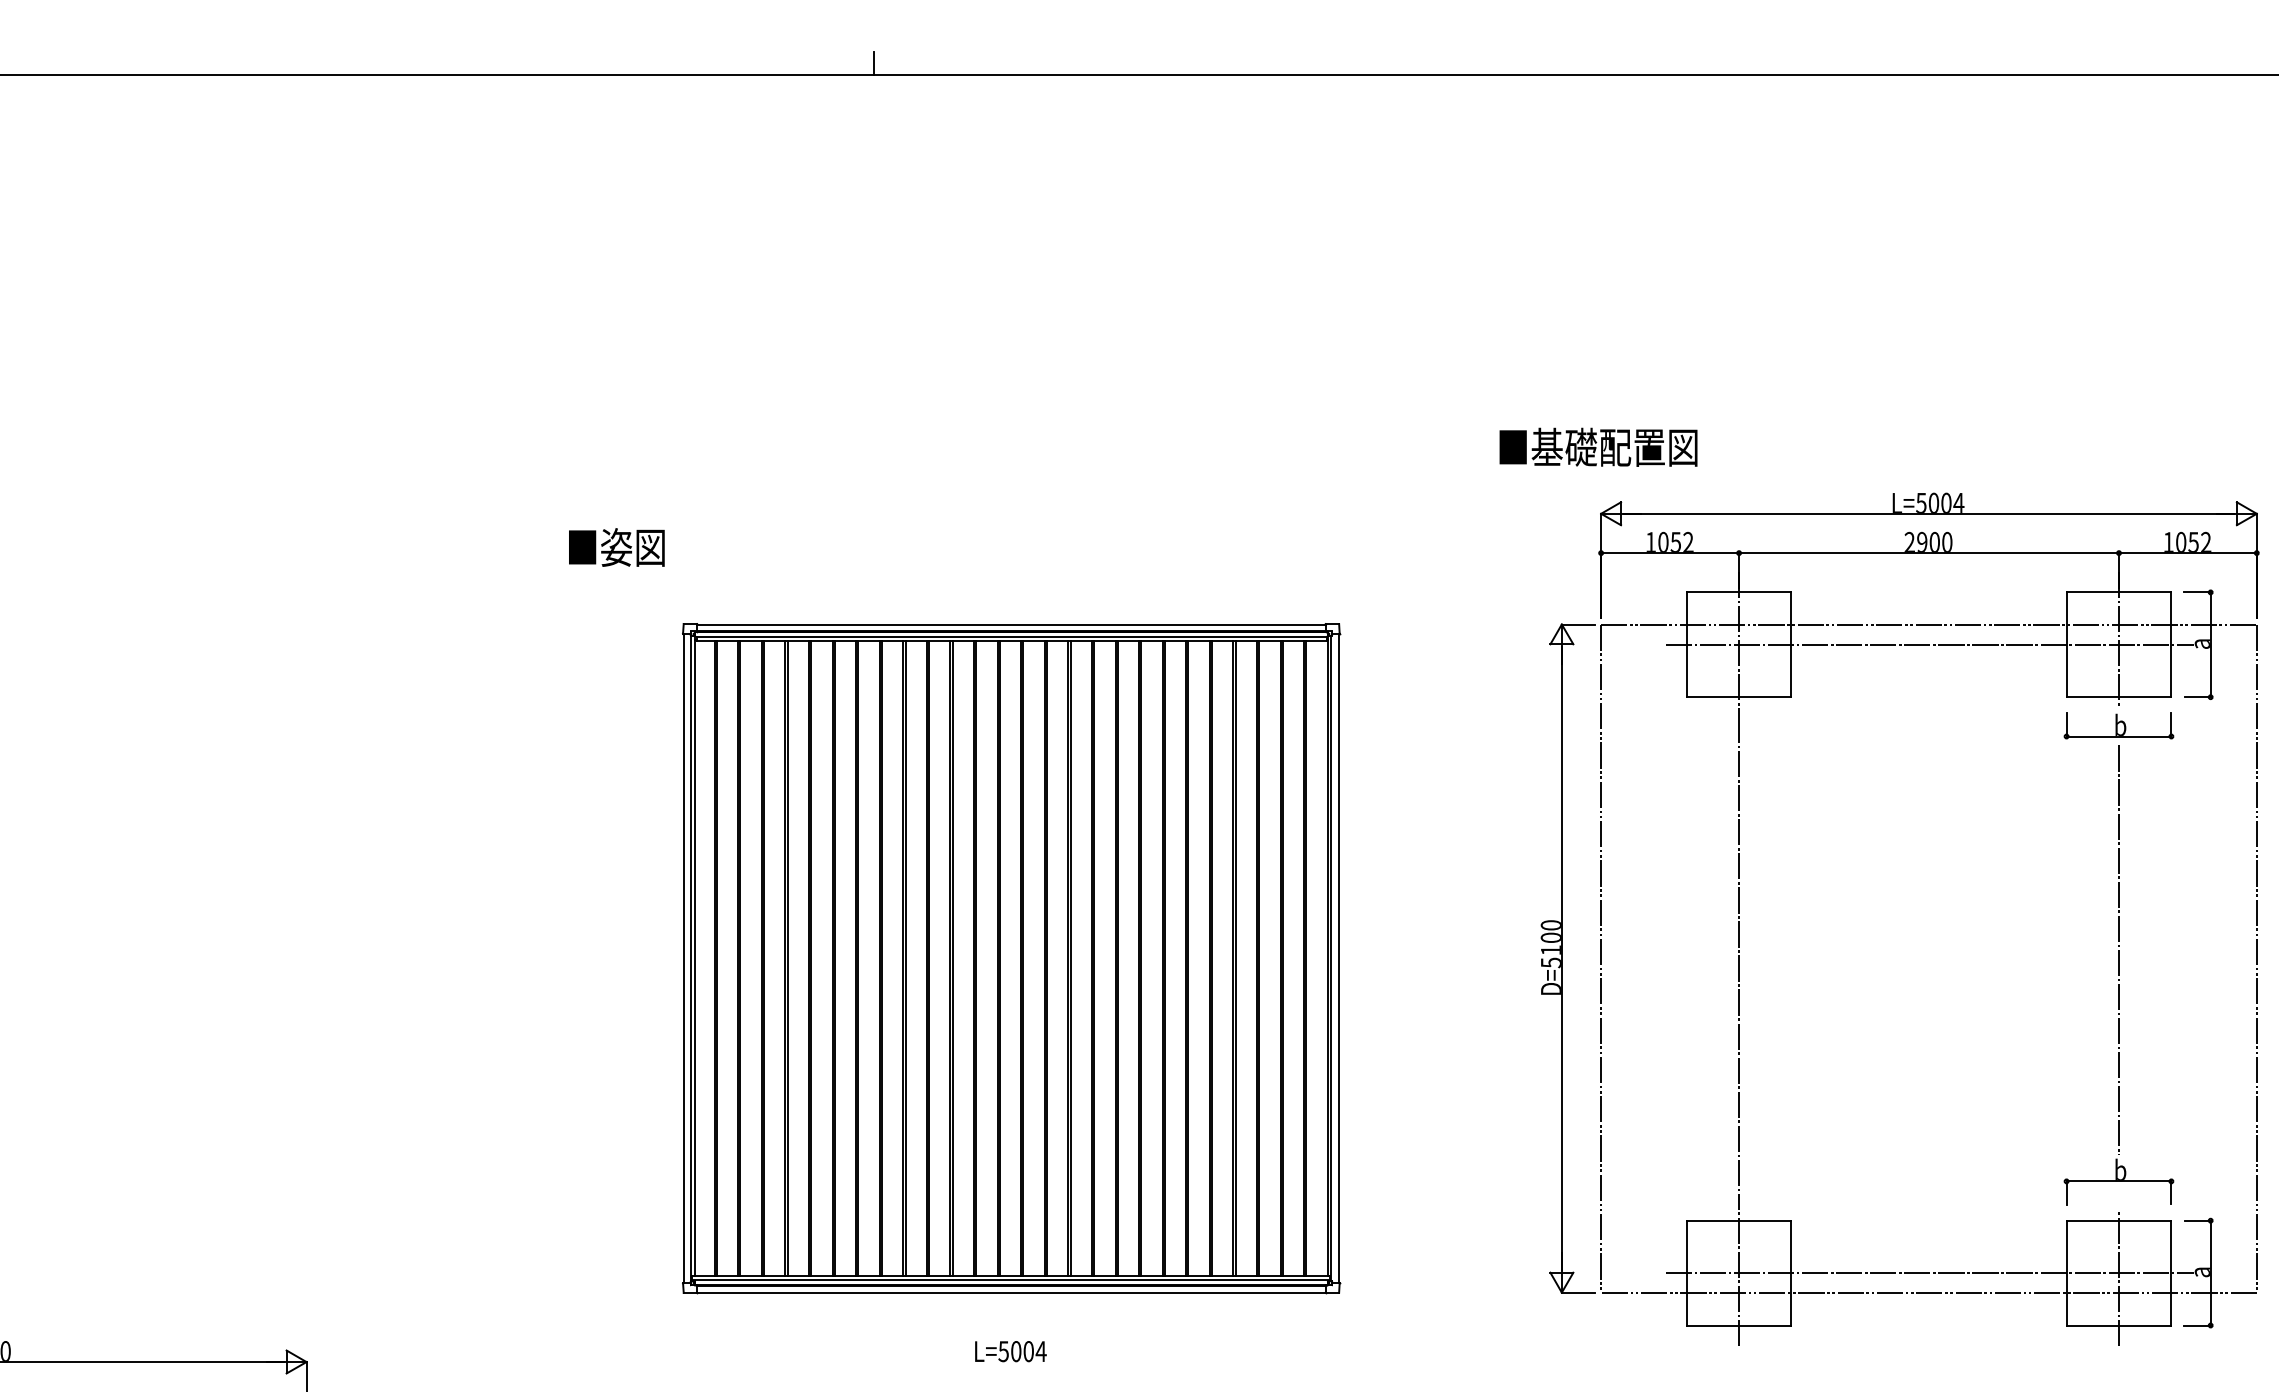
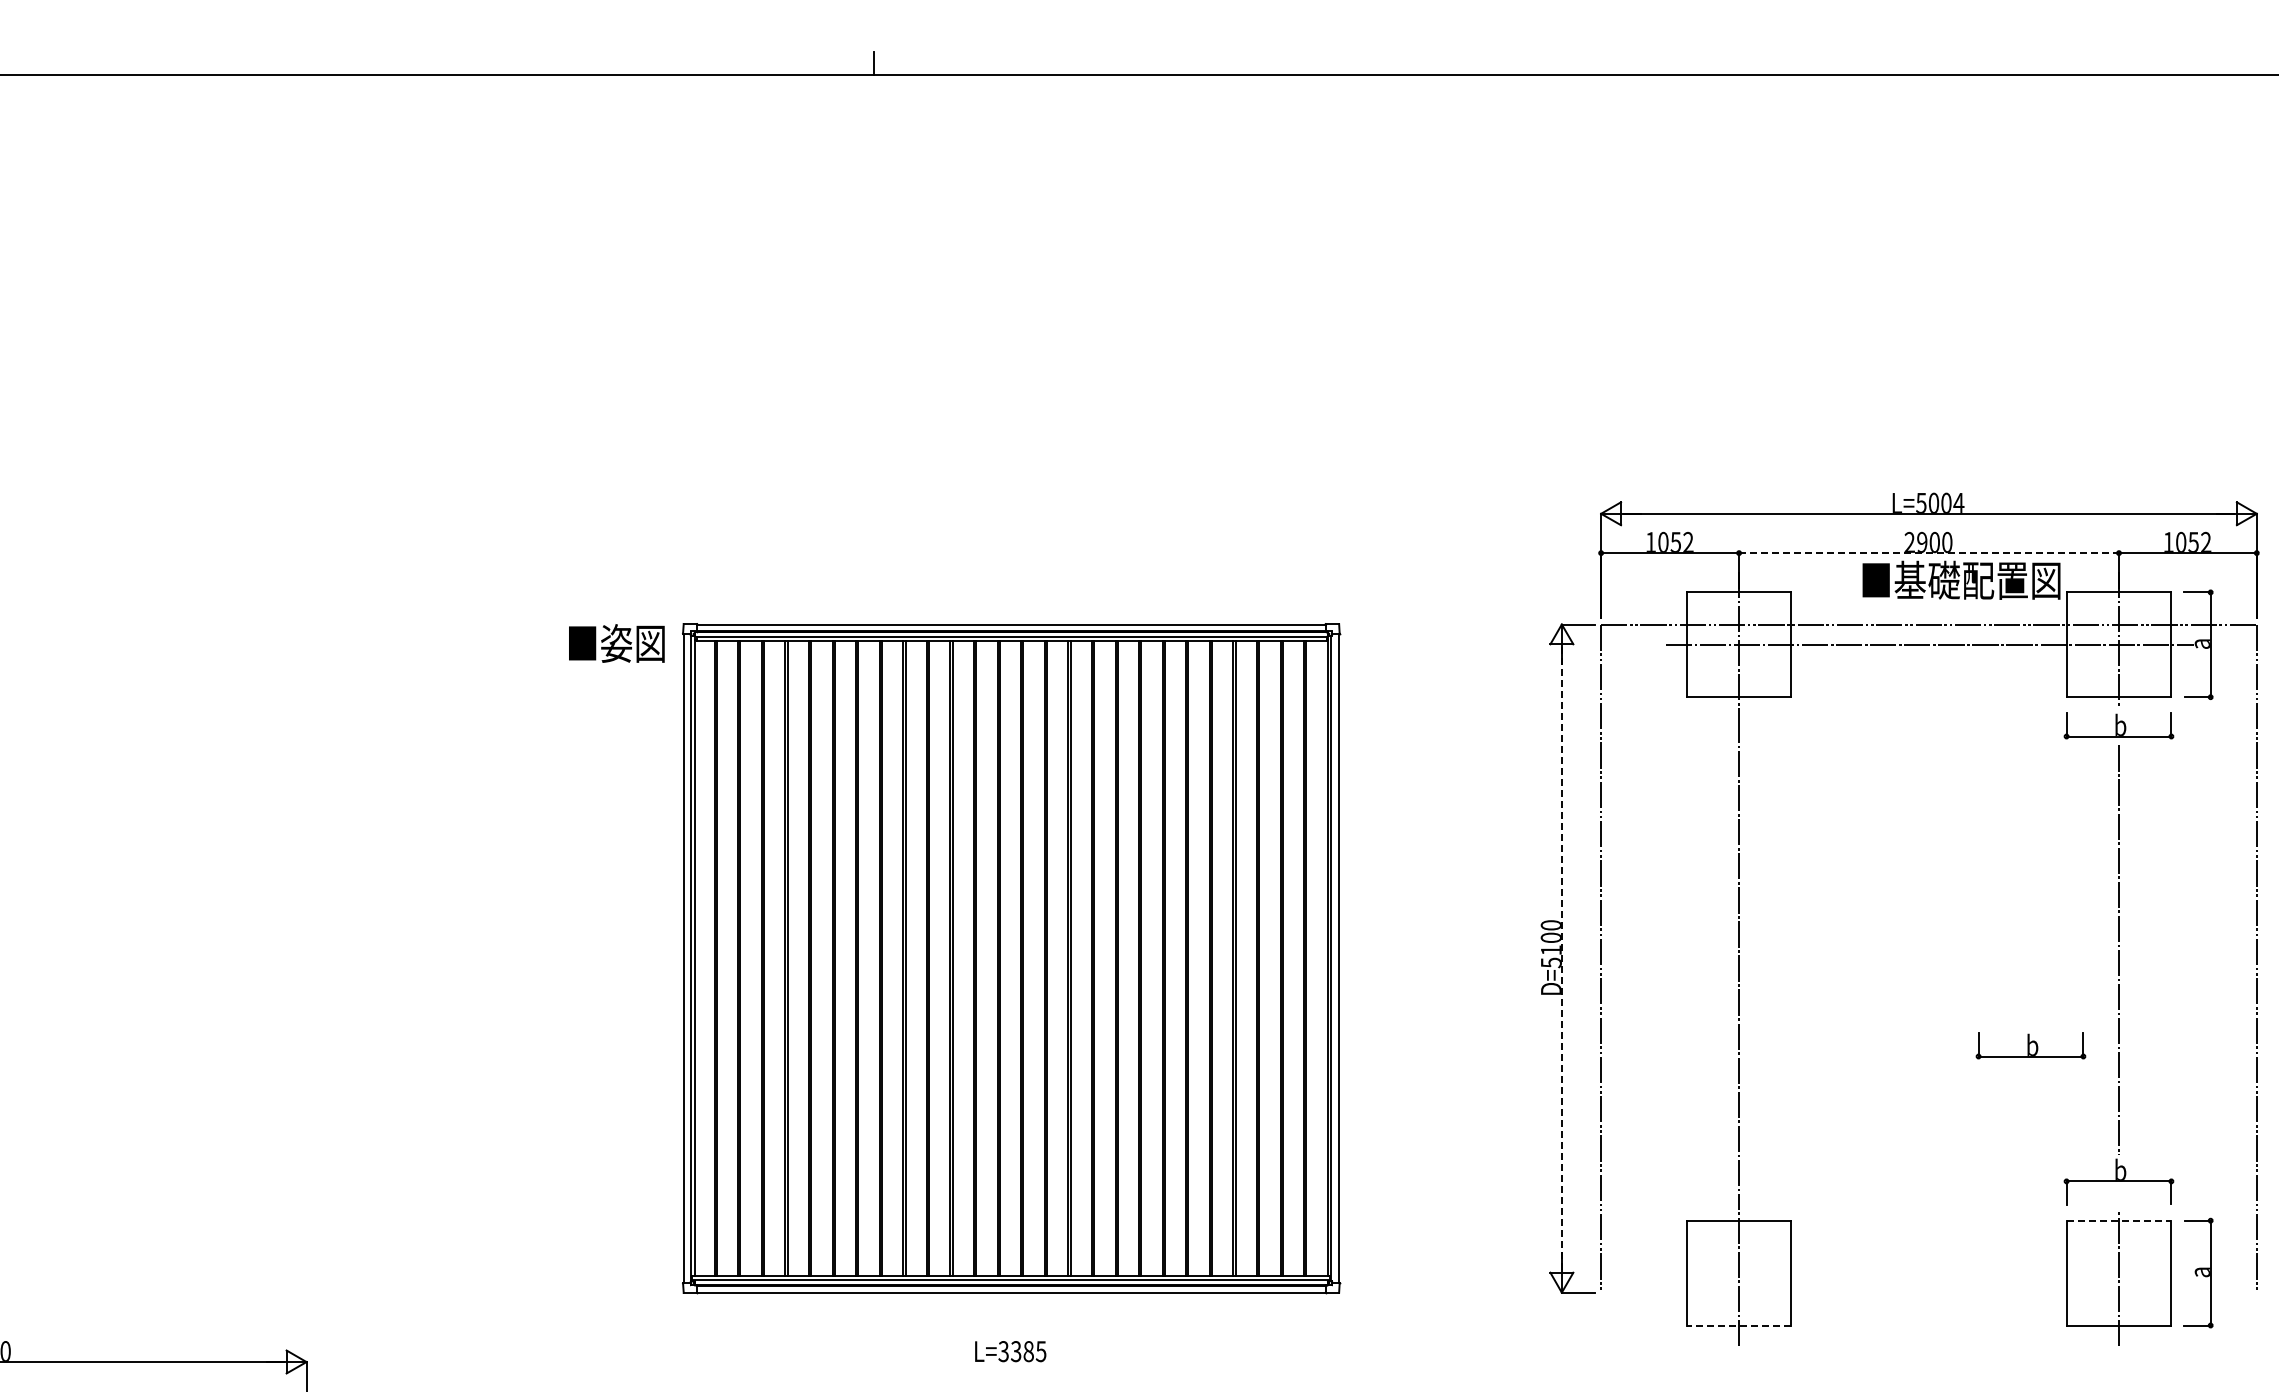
text at (1598, 446) position: (1598, 446) -> (1961, 579)
text at (616, 547) position: (616, 547) -> (616, 643)
line at (1929, 553): solid -> dashed
line at (1561, 958): solid -> dashed
part at (2030, 1045): none -> present
line at (2119, 1220): solid -> dashed
line at (1929, 1273): present -> none
line at (1928, 1292): present -> none
line at (1738, 1325): solid -> dashed
text at (1022, 1351): L=5004 -> L=3385
